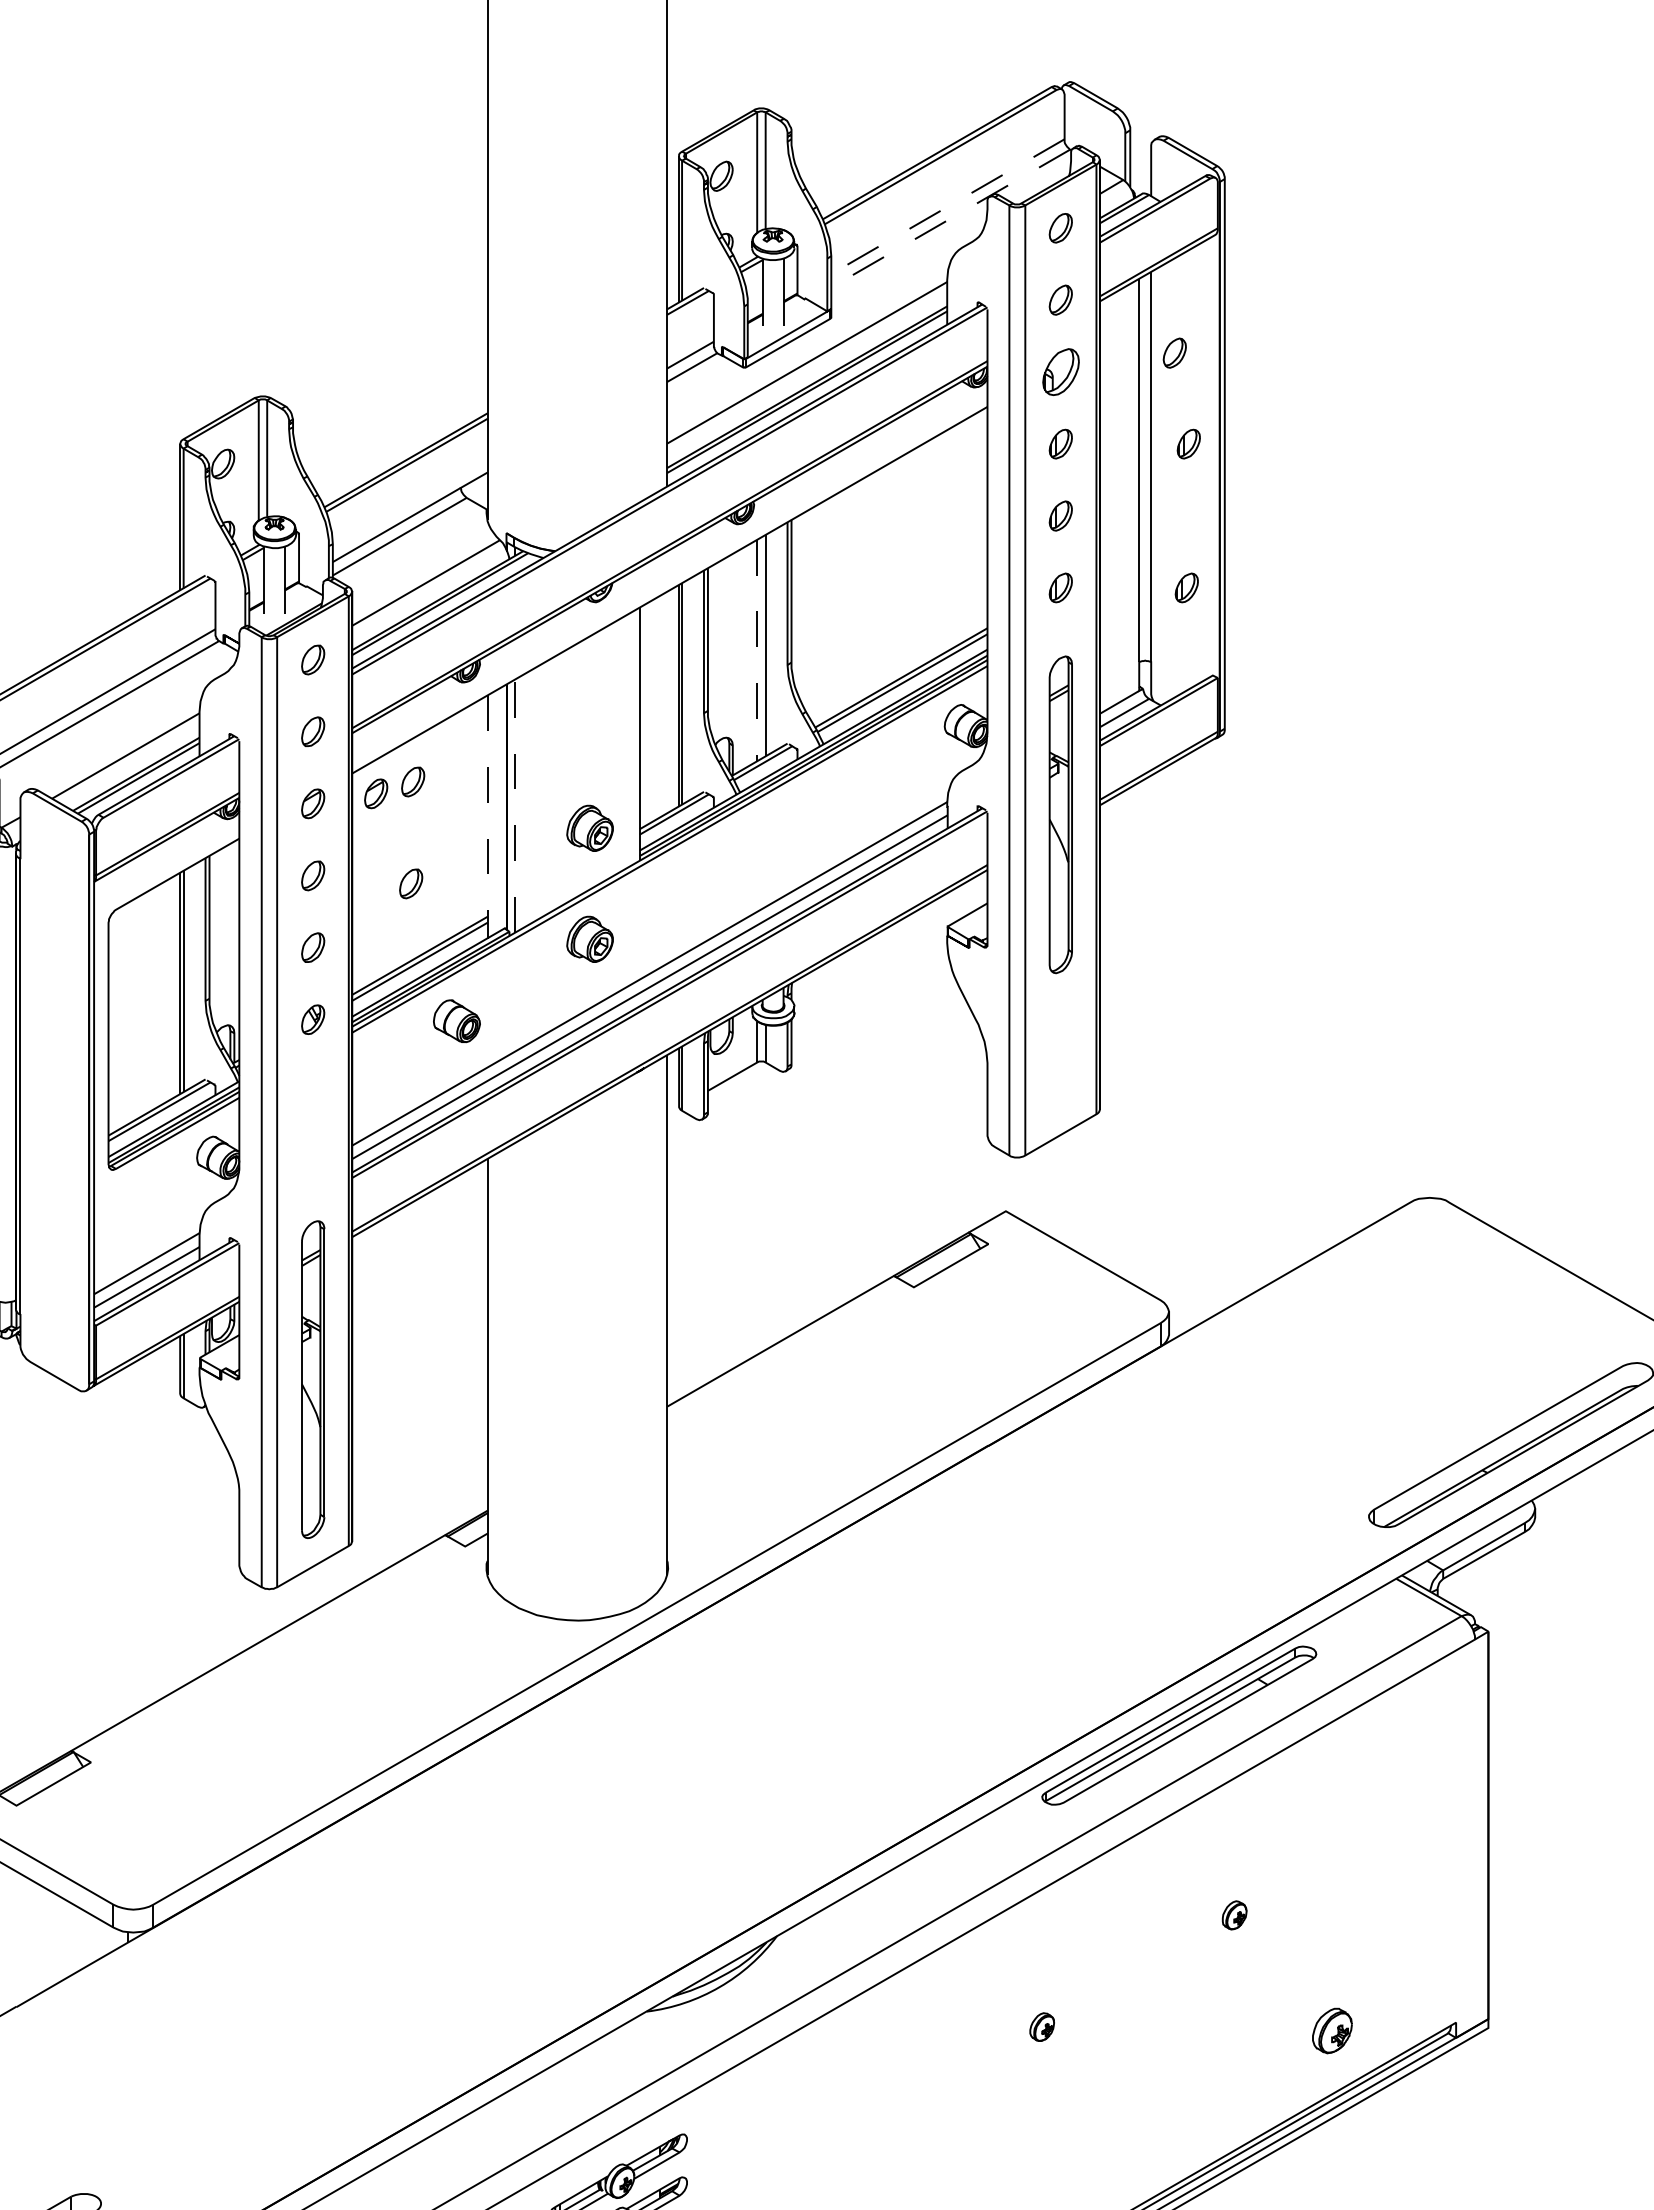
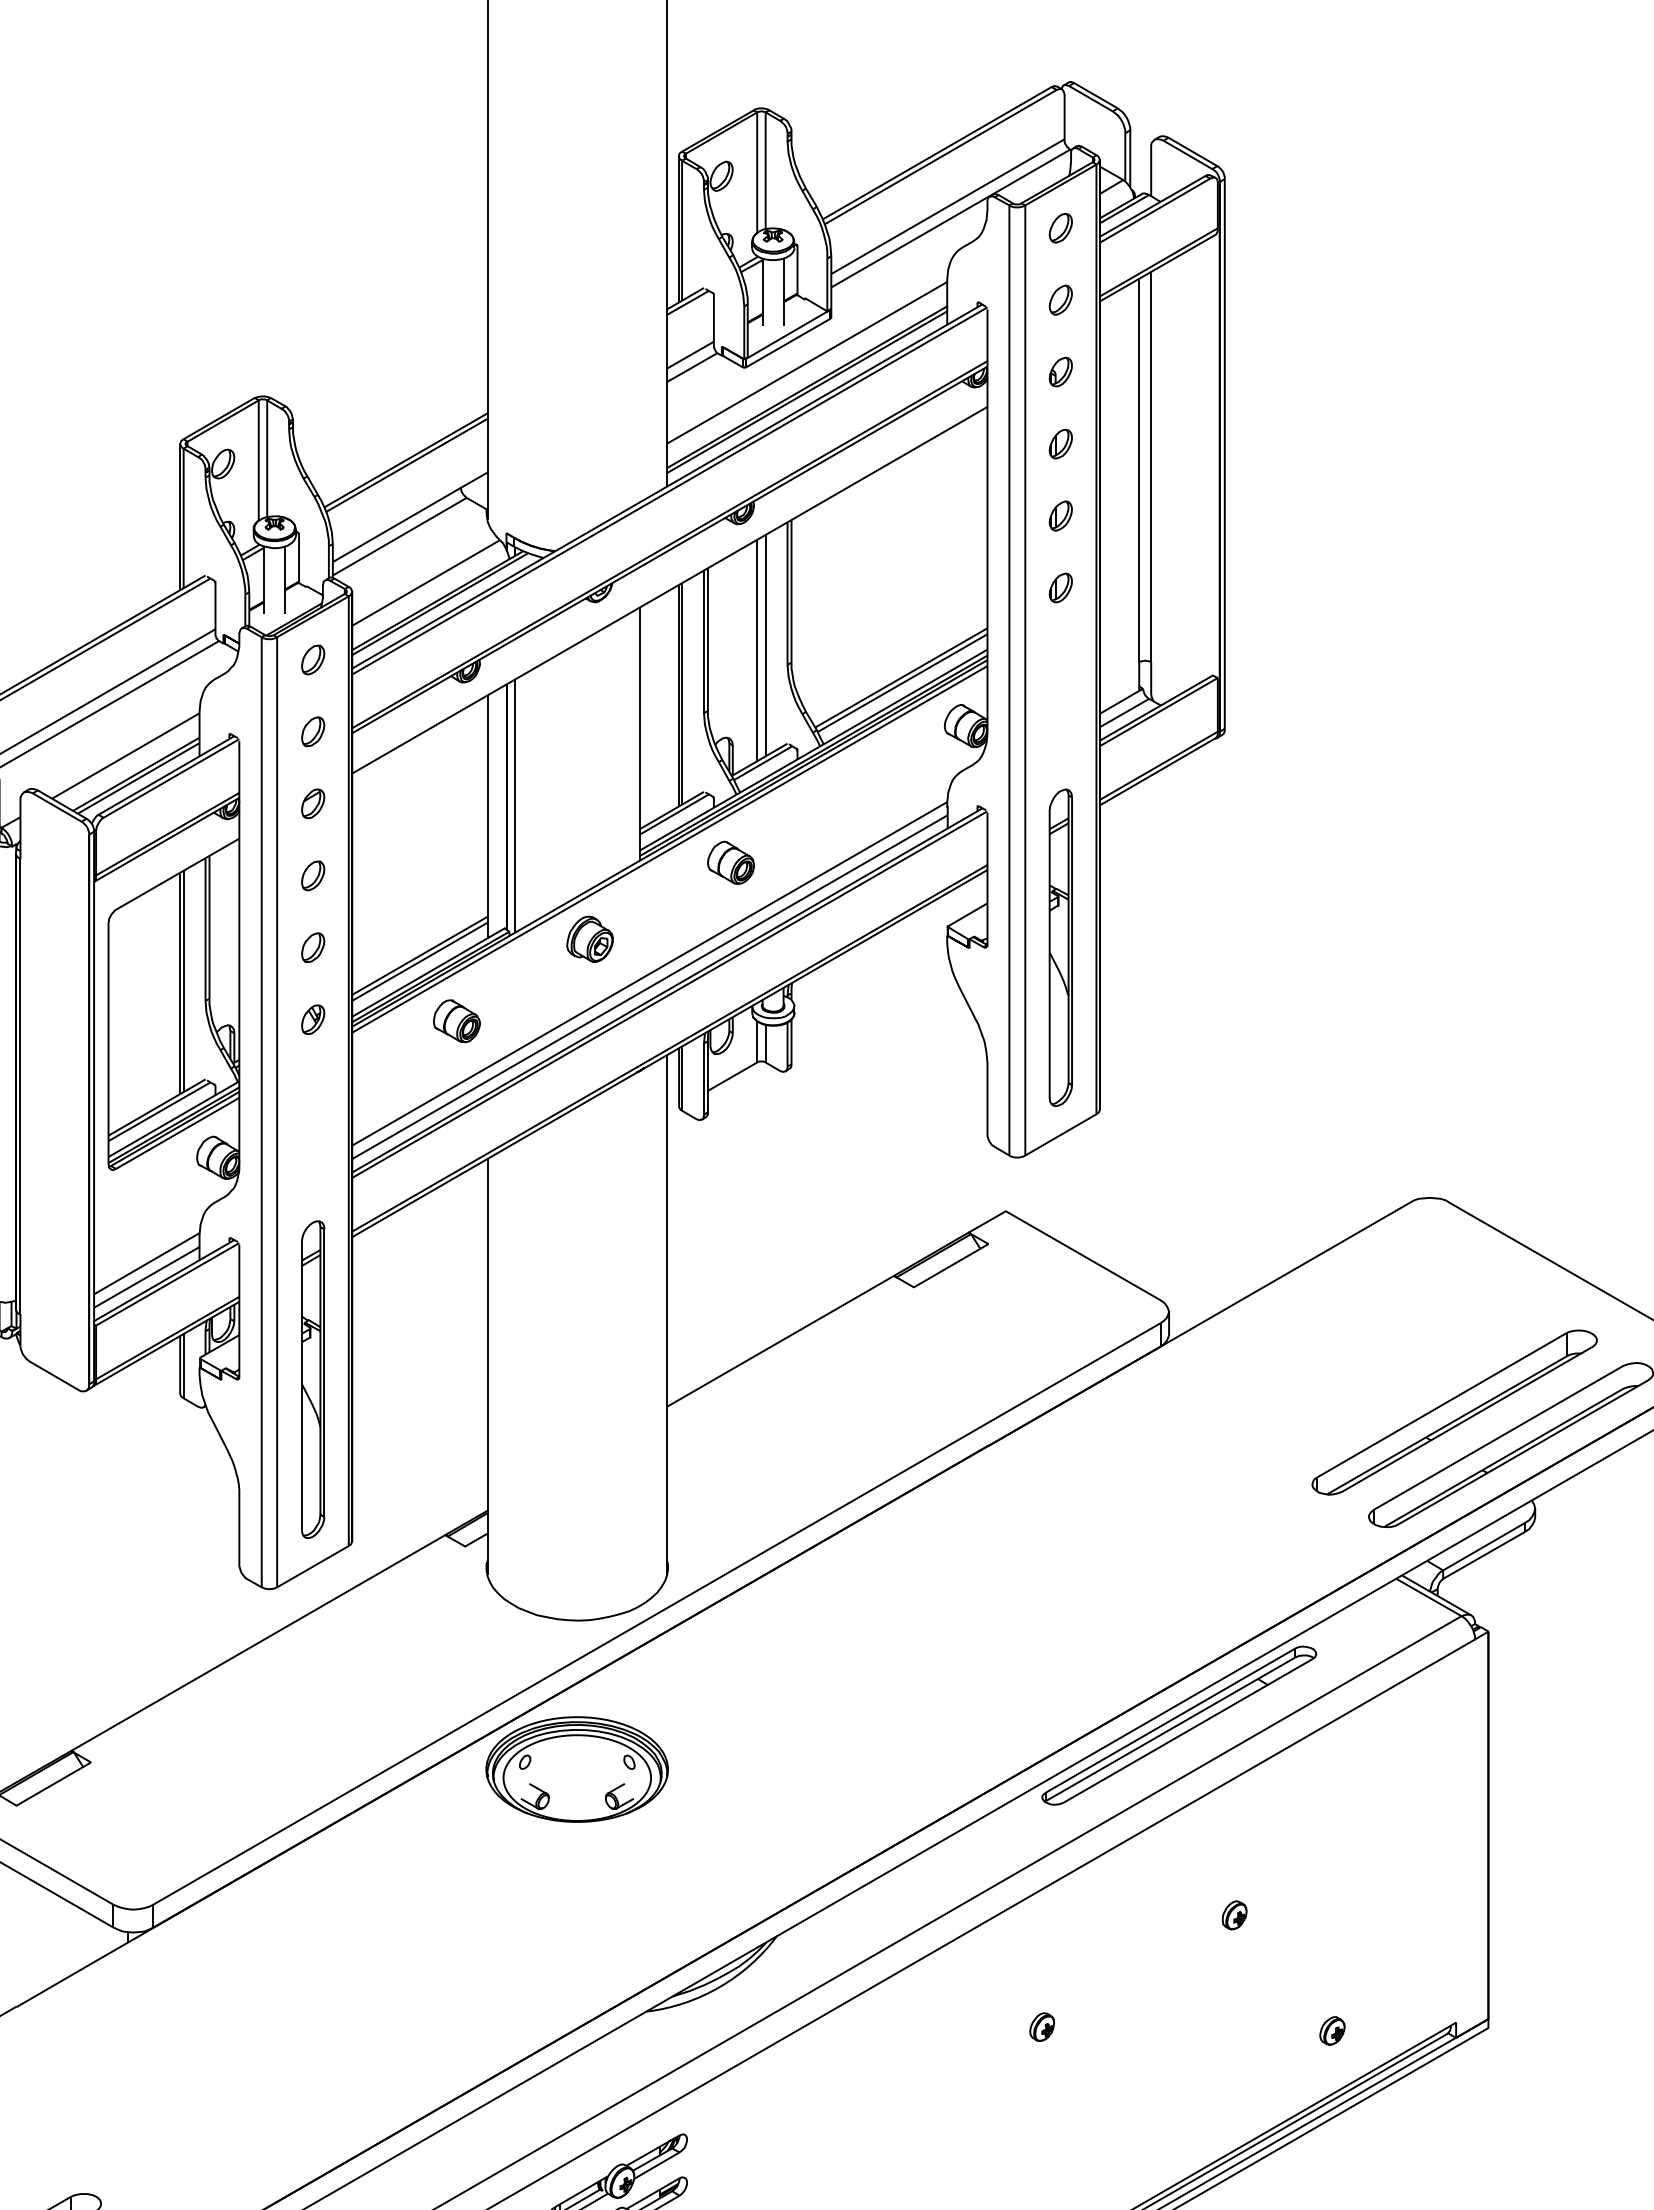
line at (947, 206): dashed -> solid
line at (950, 218): dashed -> solid
part at (1174, 352): present -> none
part at (1060, 371) size: 38x48 px -> 25x32 px
part at (1188, 443): present -> none
part at (1186, 587): present -> none
line at (757, 650): dashed -> solid
part at (413, 781): present -> none
part at (376, 793): present -> none
line at (514, 806): dashed -> solid
part at (1060, 814) position: (1060, 814) -> (1060, 947)
line at (487, 817): dashed -> solid
part at (589, 827): present -> none
part at (731, 862): none -> present
part at (411, 883): present -> none
part at (1454, 1412): none -> present
part at (576, 1769): none -> present
part at (1332, 2030) size: 41x48 px -> 27x30 px
